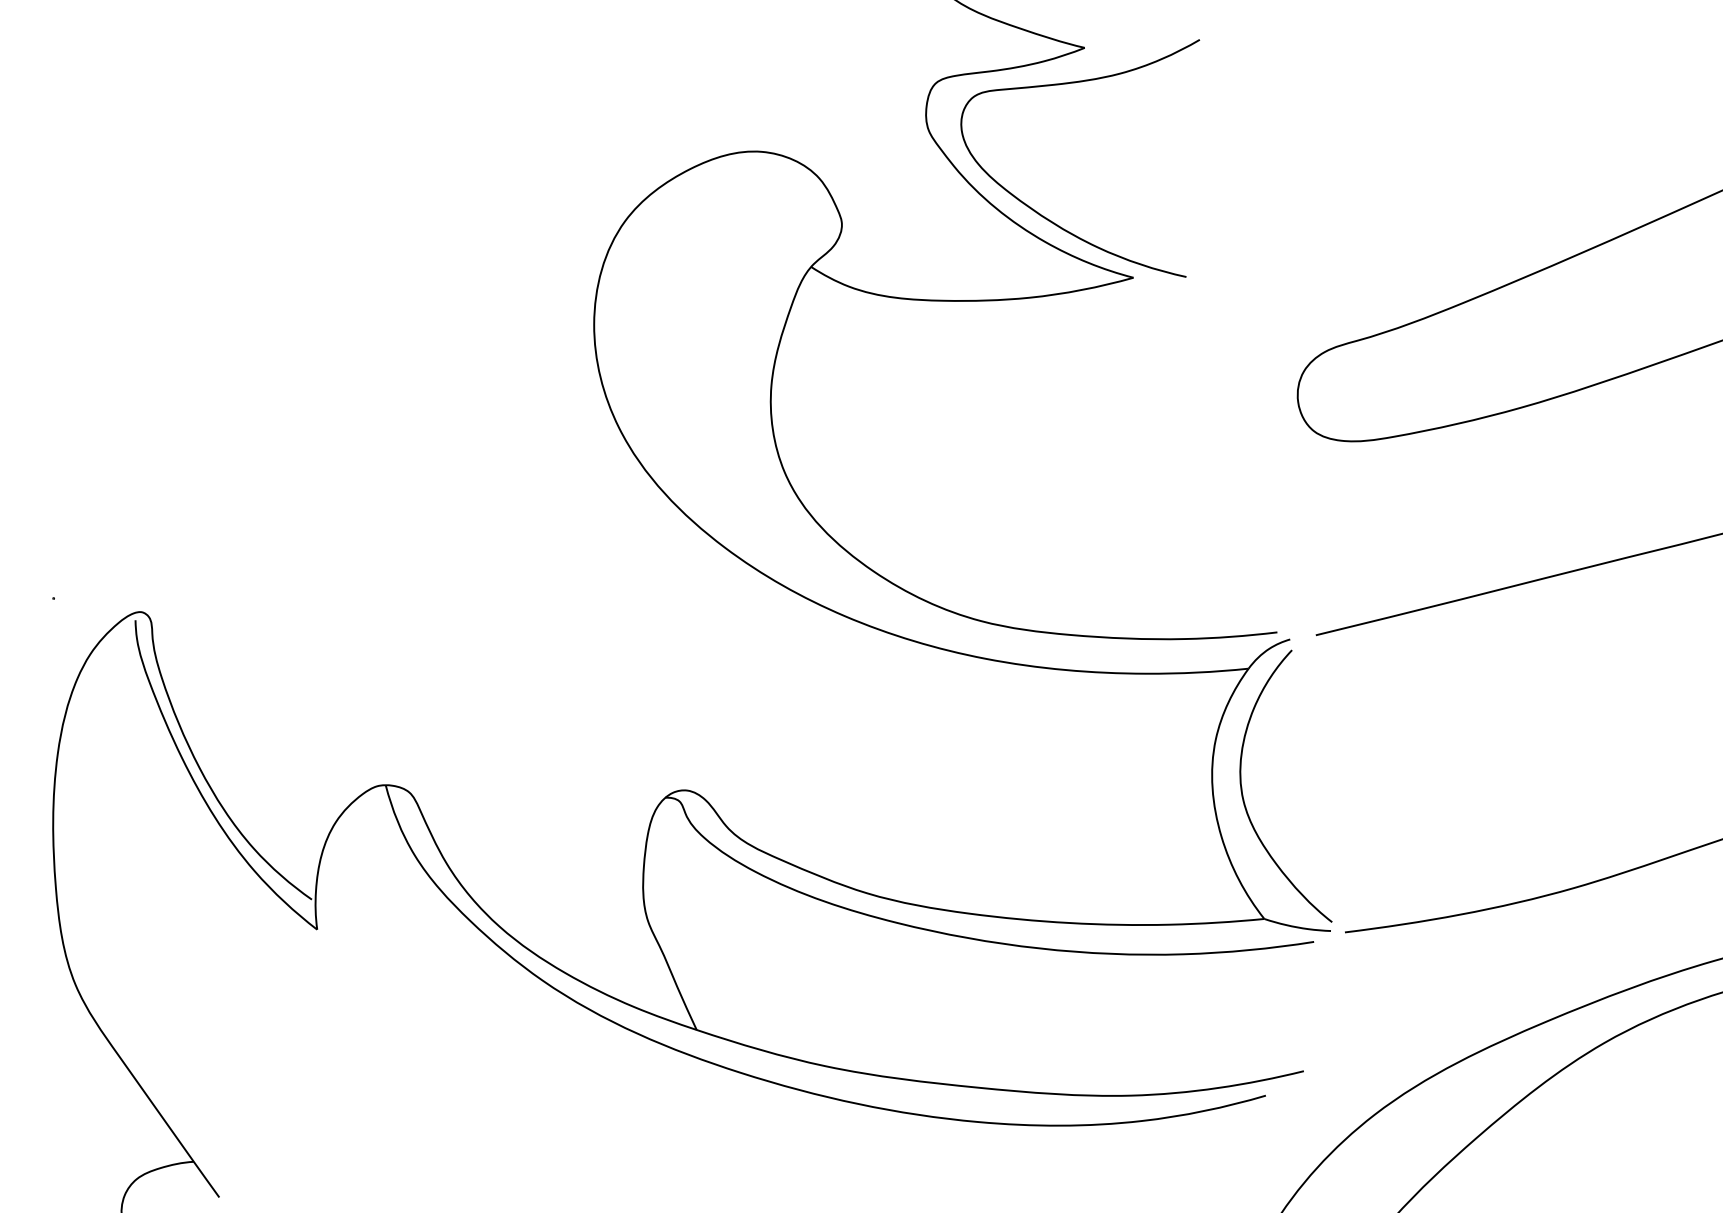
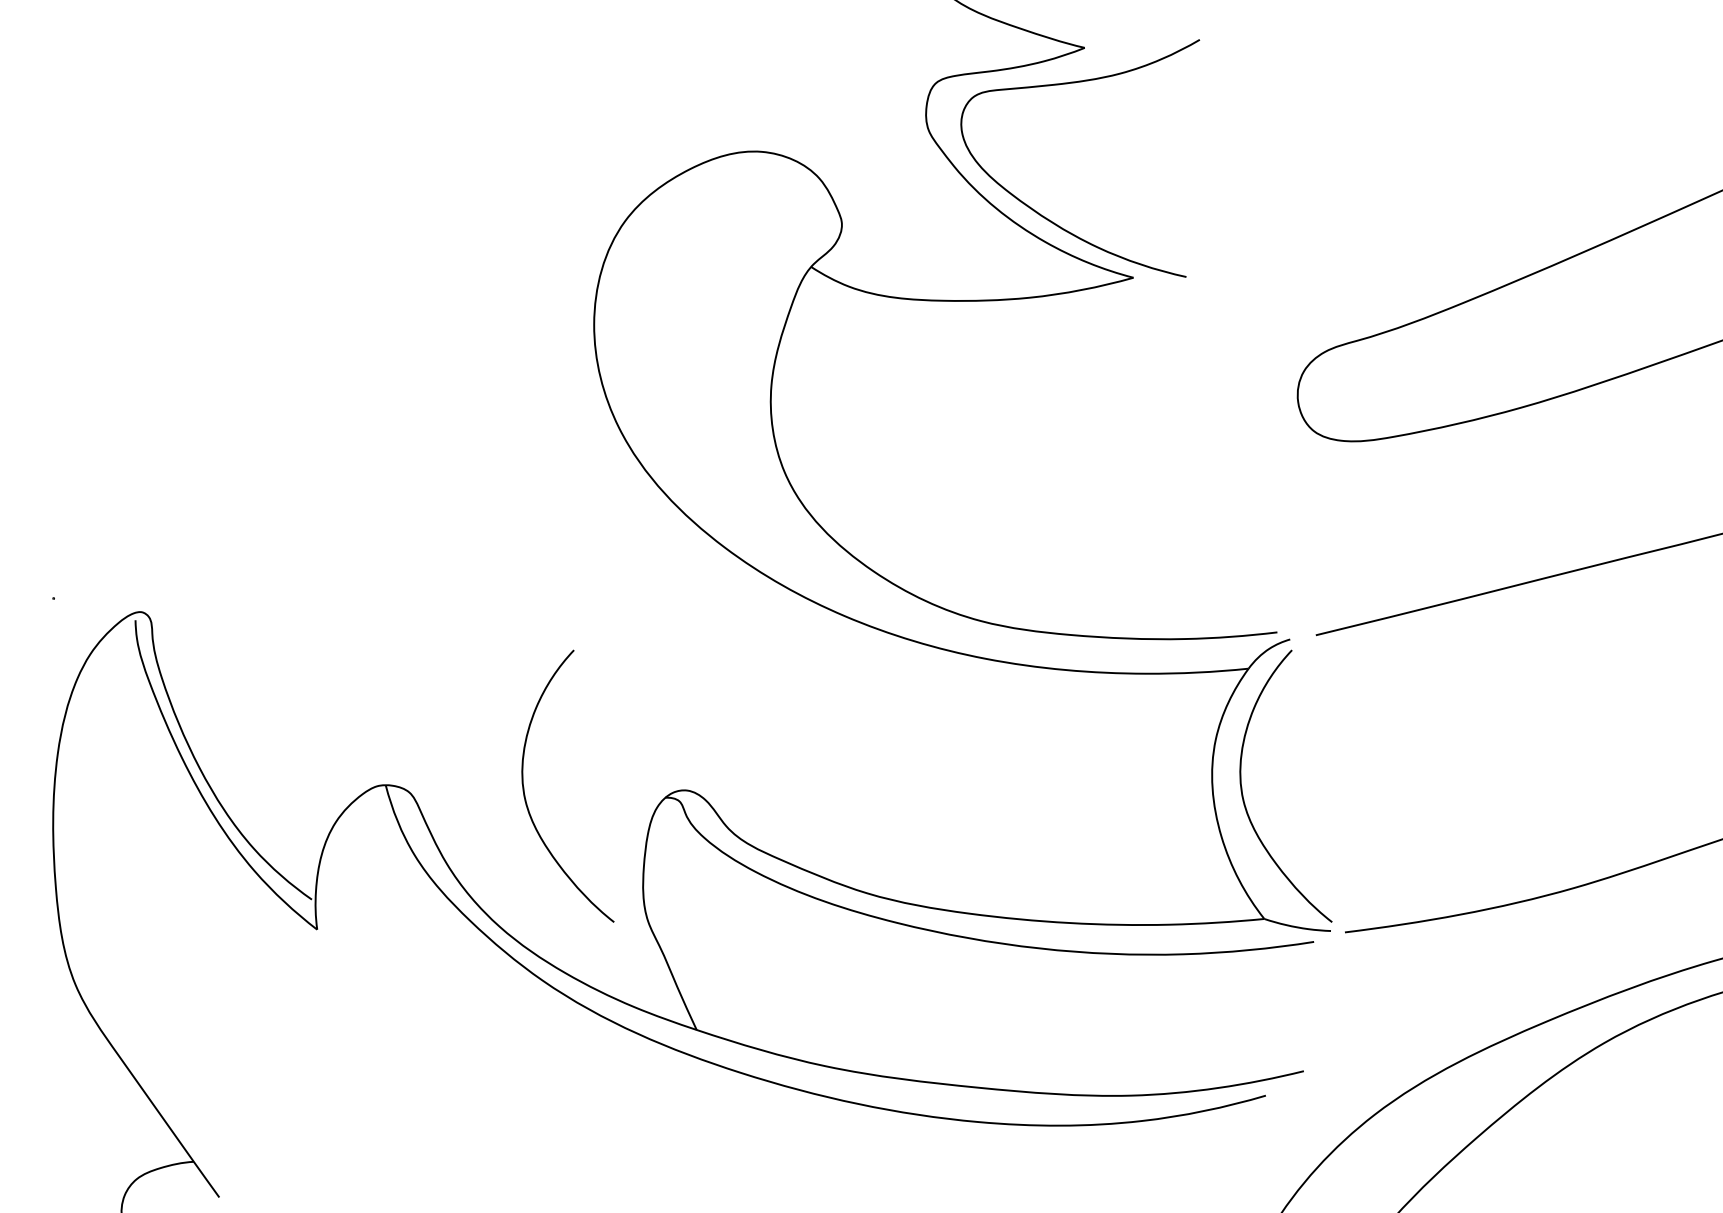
curve at (525, 794): none -> present
